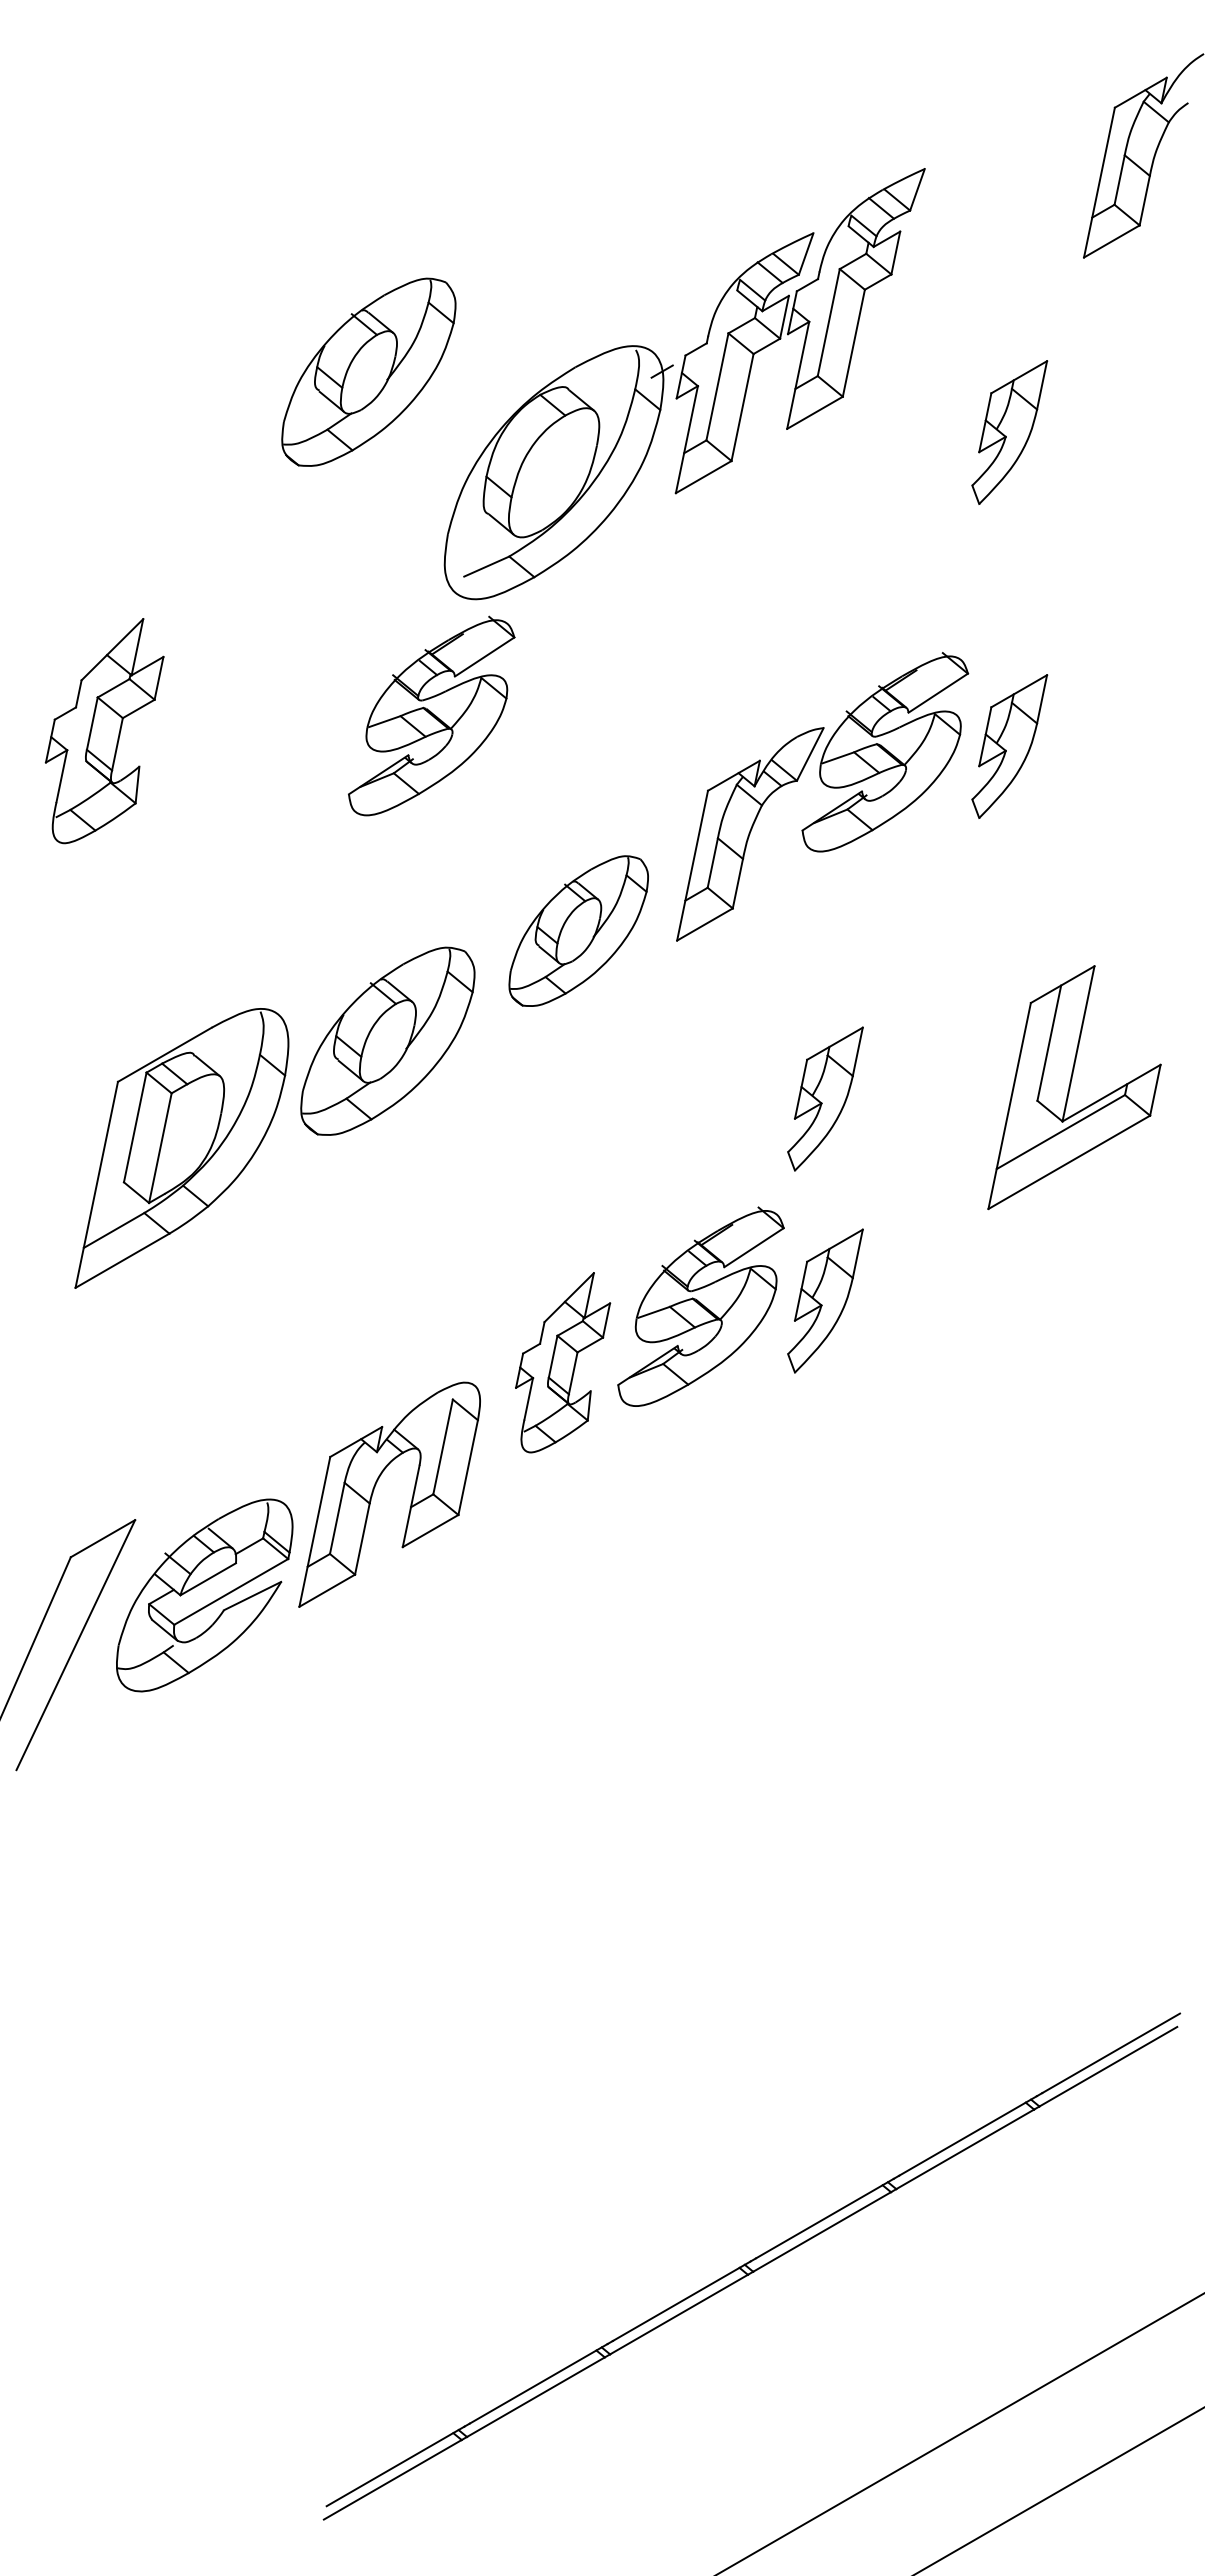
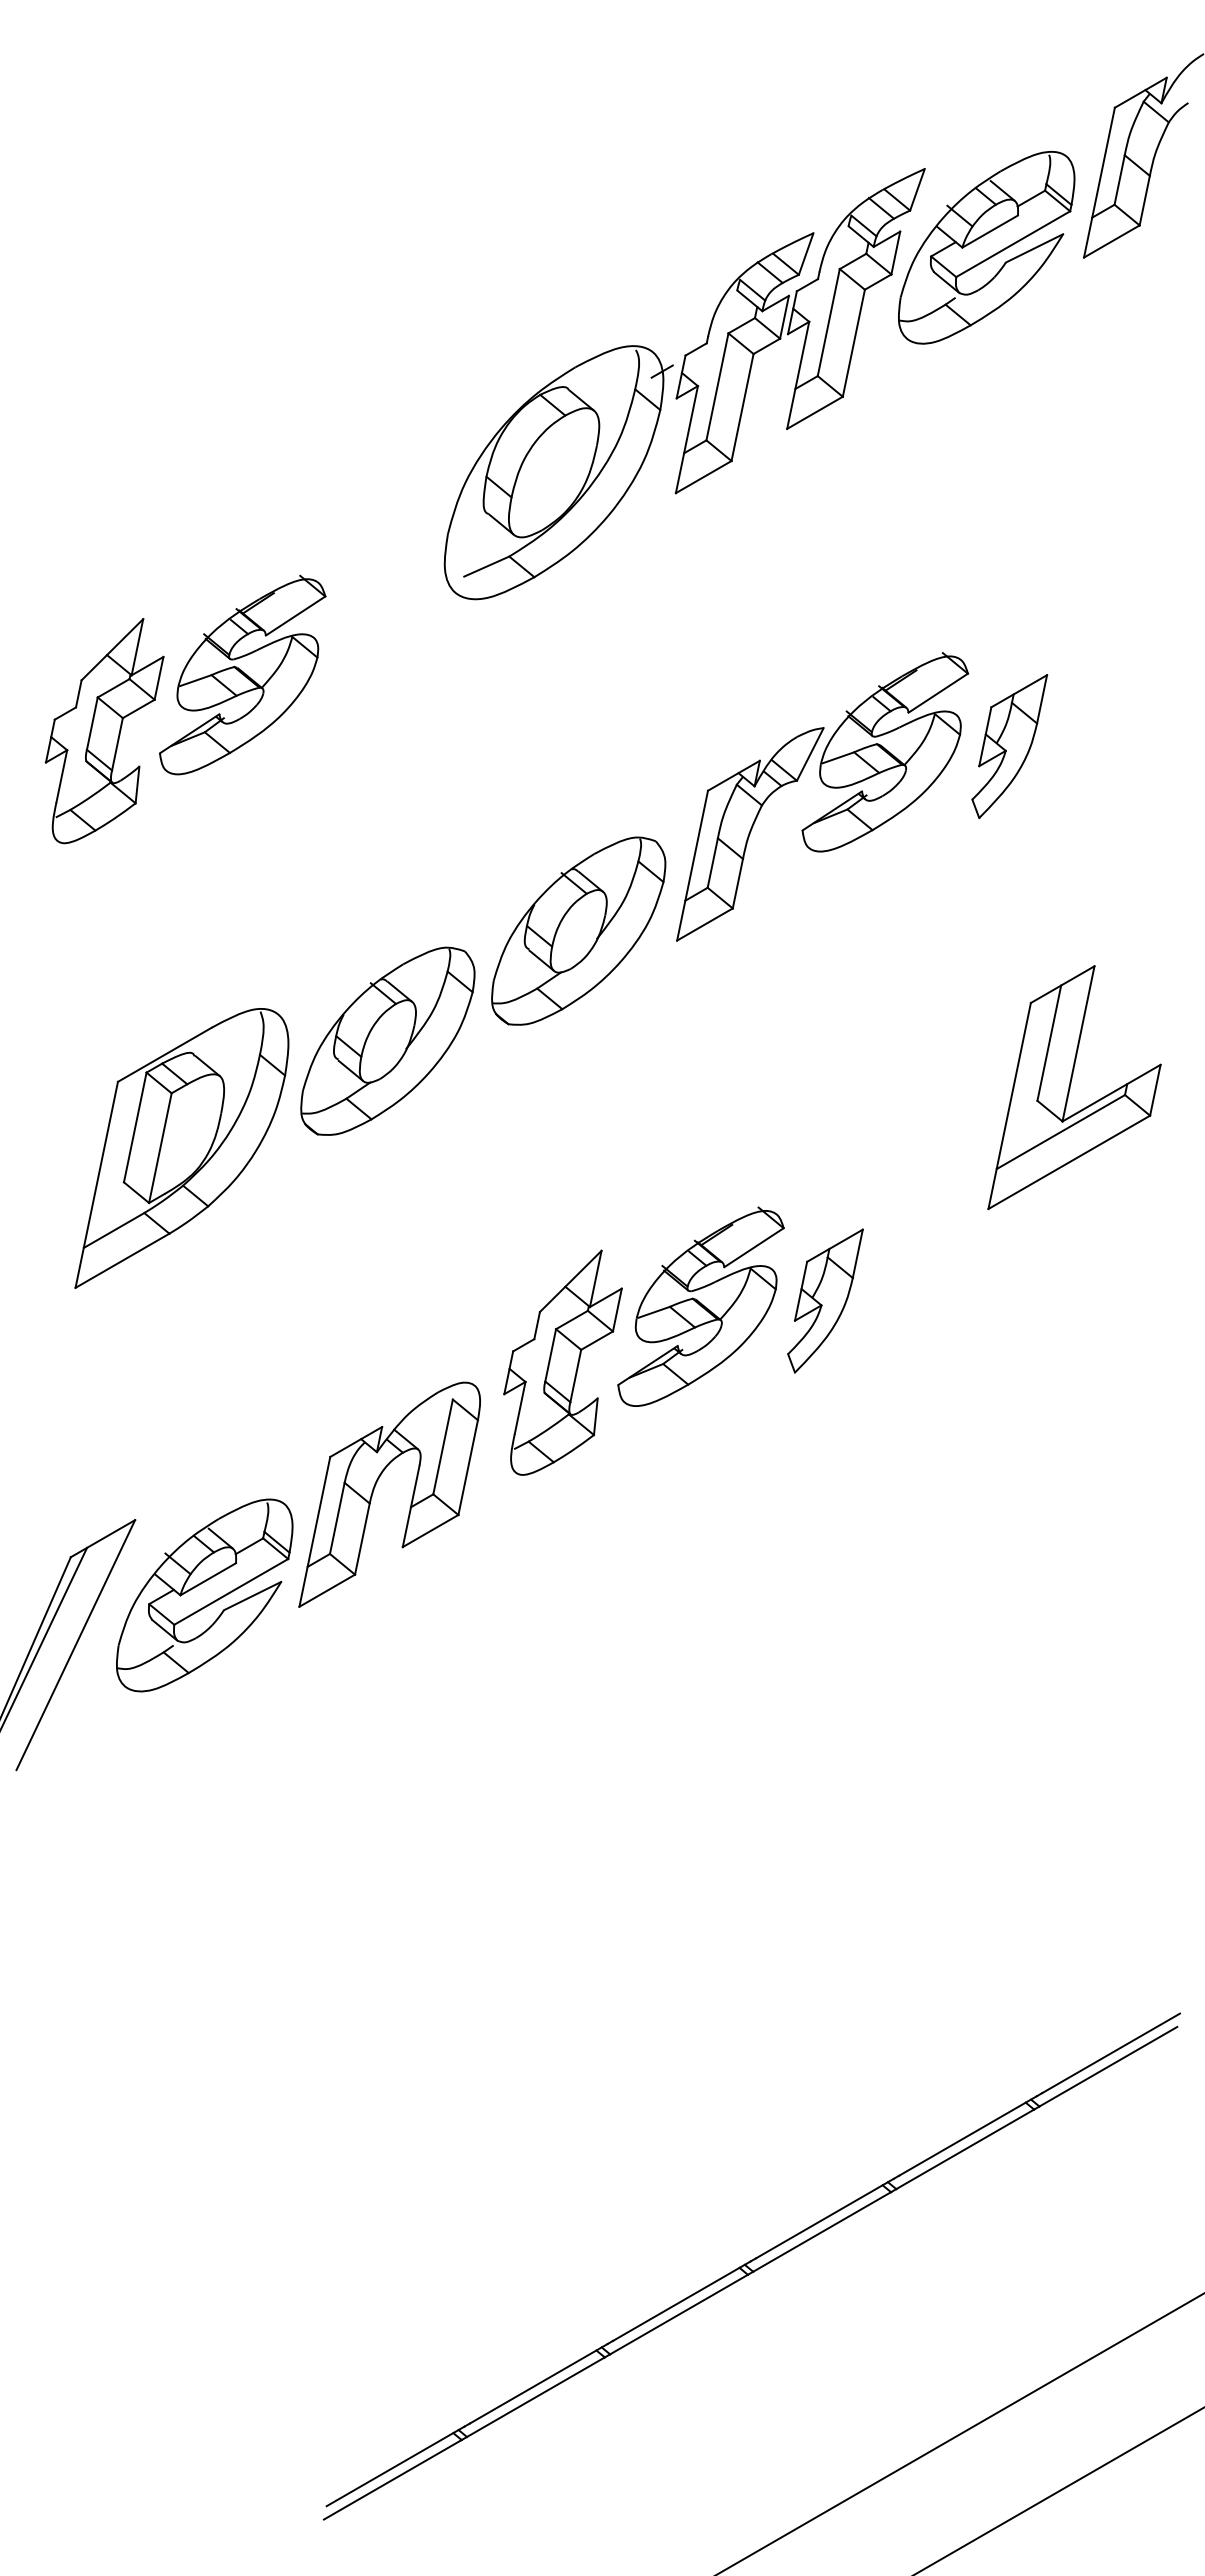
part at (986, 247): none -> present
part at (368, 371): present -> none
part at (1009, 432): present -> none
part at (431, 715) position: (431, 715) -> (242, 674)
part at (578, 930) size: 141x152 px -> 176x190 px
part at (825, 1098): present -> none
part at (563, 1362) size: 97x182 px -> 120x227 px
line at (44, 1636): none -> present
